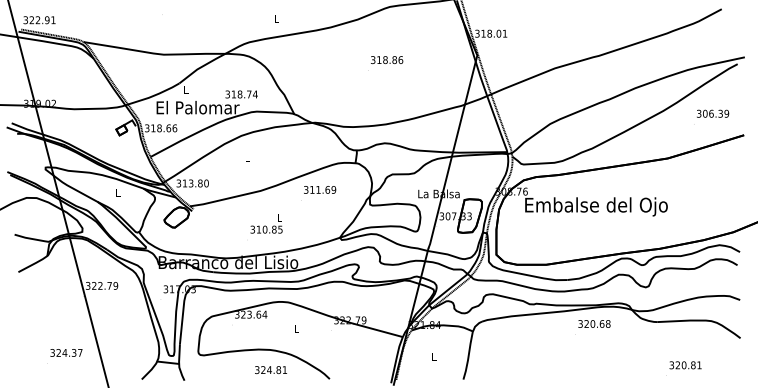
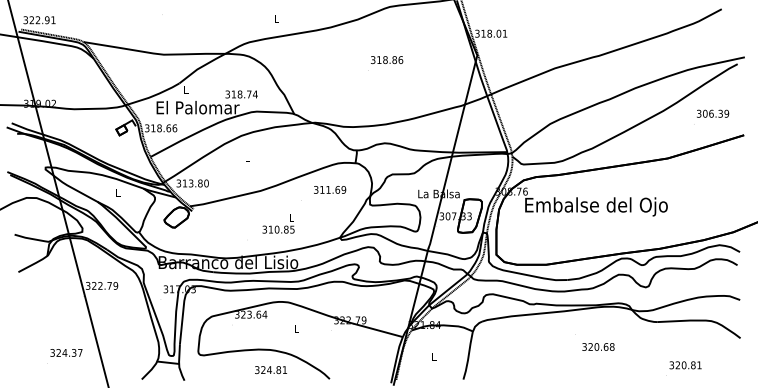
text at (320, 189) position: (320, 189) -> (330, 189)
text at (266, 223) position: (266, 223) -> (278, 223)
text at (594, 323) position: (594, 323) -> (598, 346)
